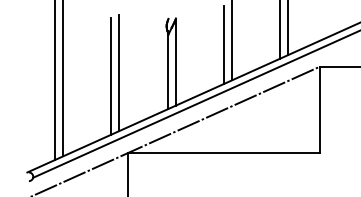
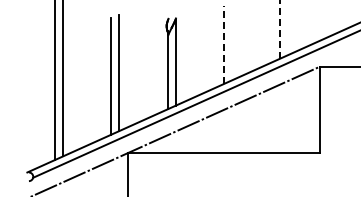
line at (288, 28): present -> none
line at (280, 29): solid -> dashed
line at (231, 41): present -> none
line at (223, 45): solid -> dashed
